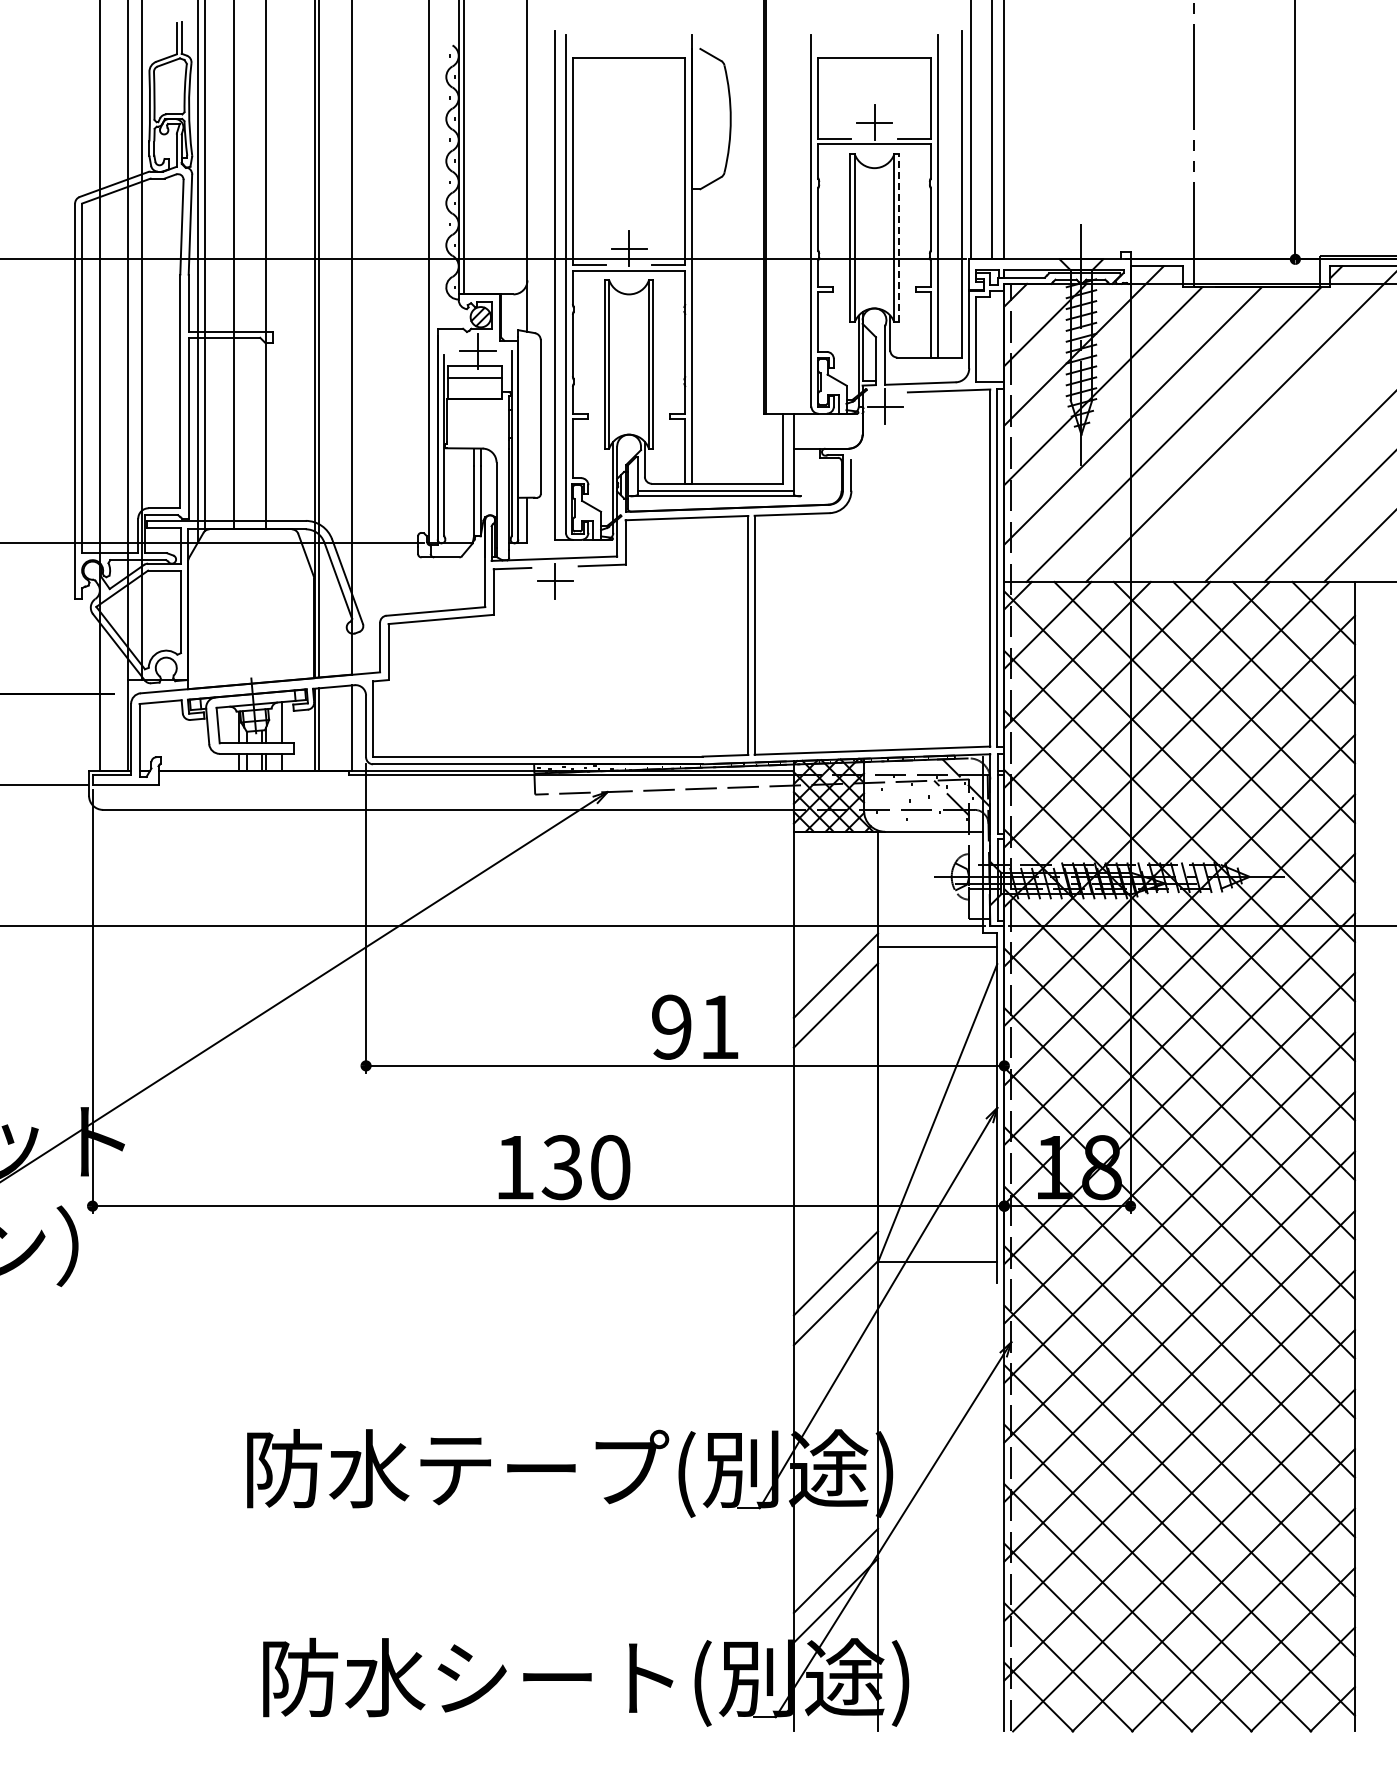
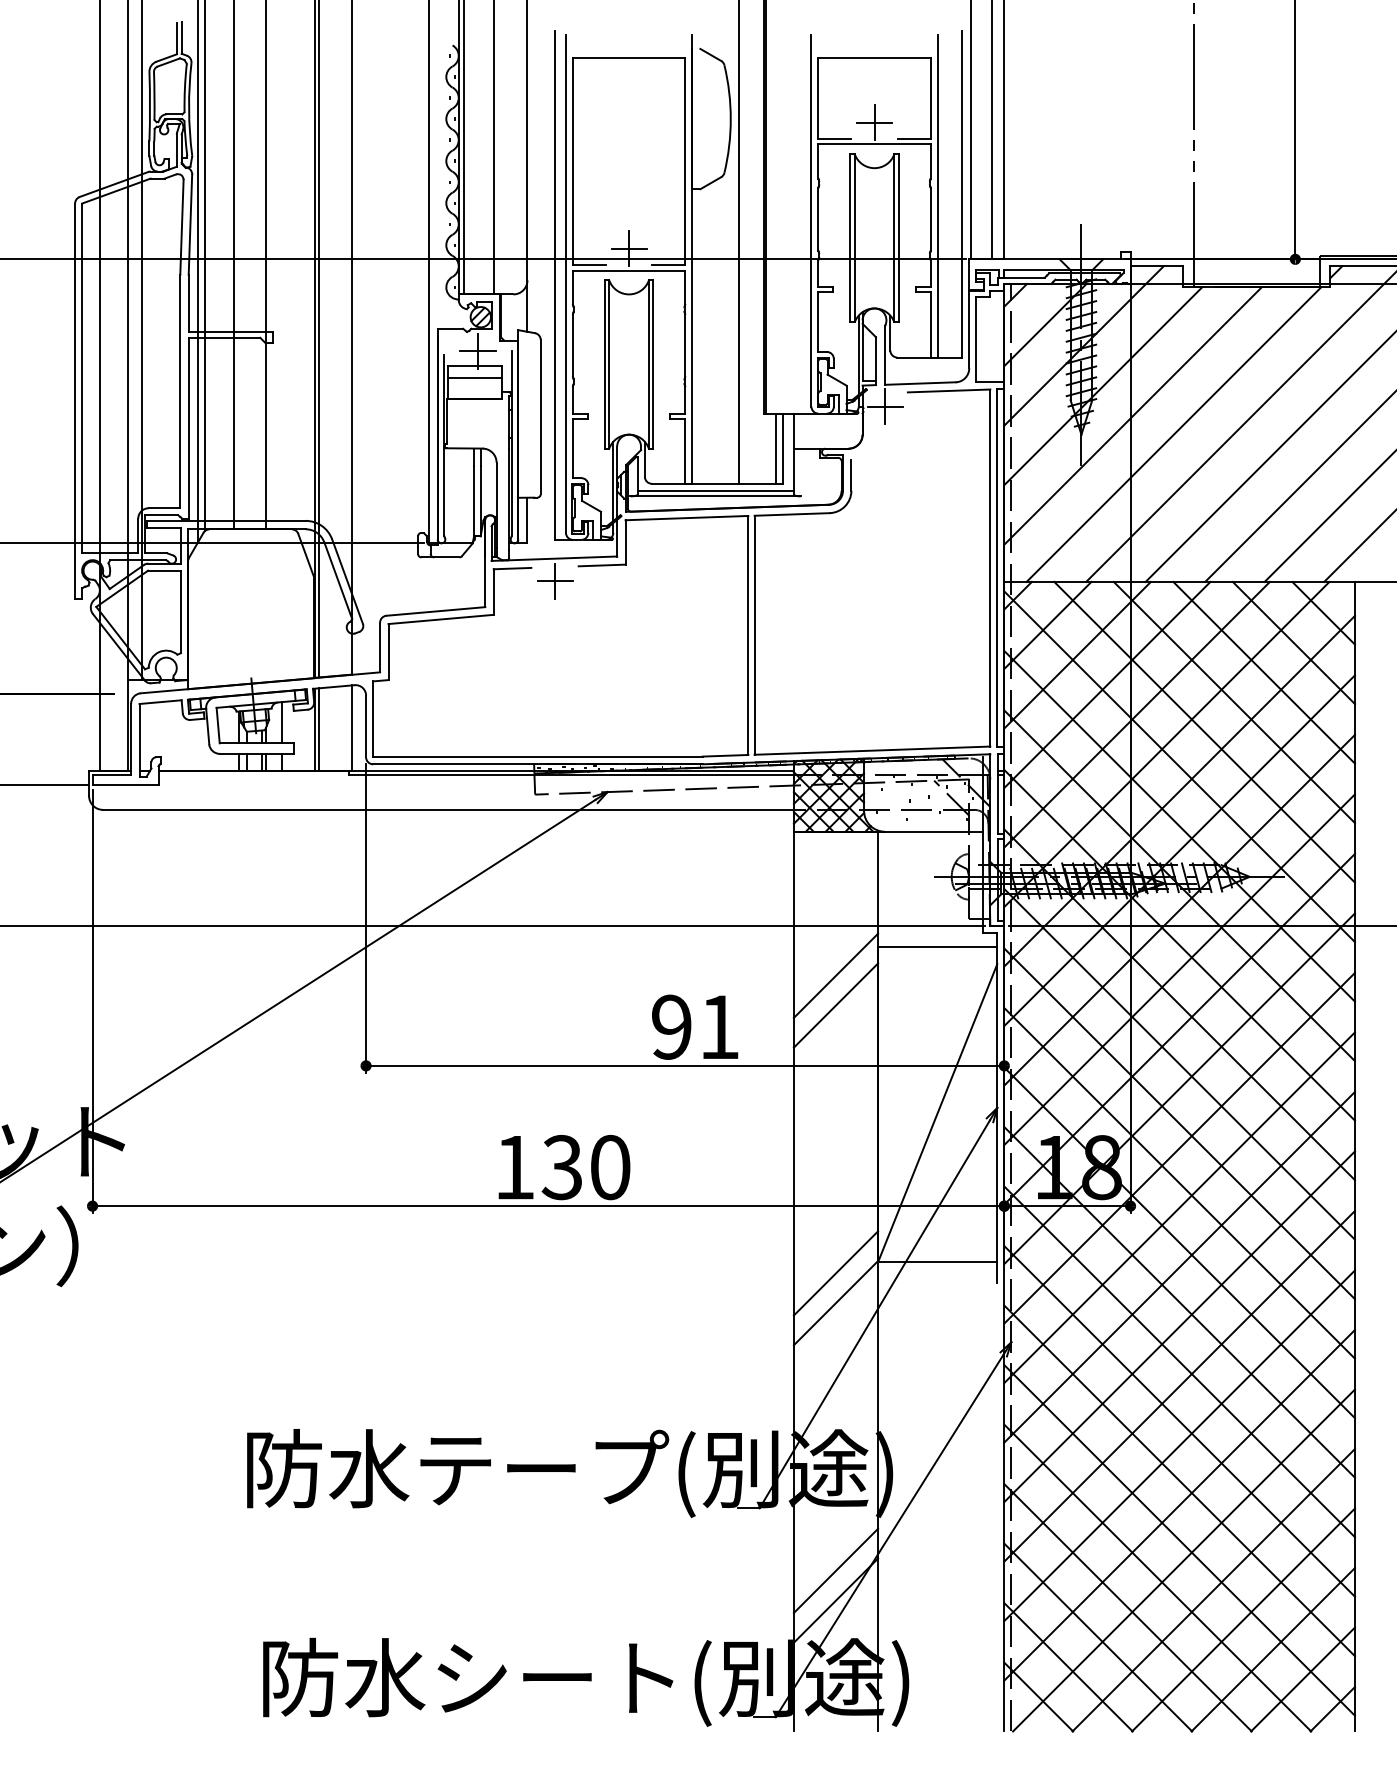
line at (493, 148): none -> present
line at (898, 237): dashed -> solid
line at (738, 242): none -> present
line at (775, 448): none -> present
line at (1269, 457): none -> present
